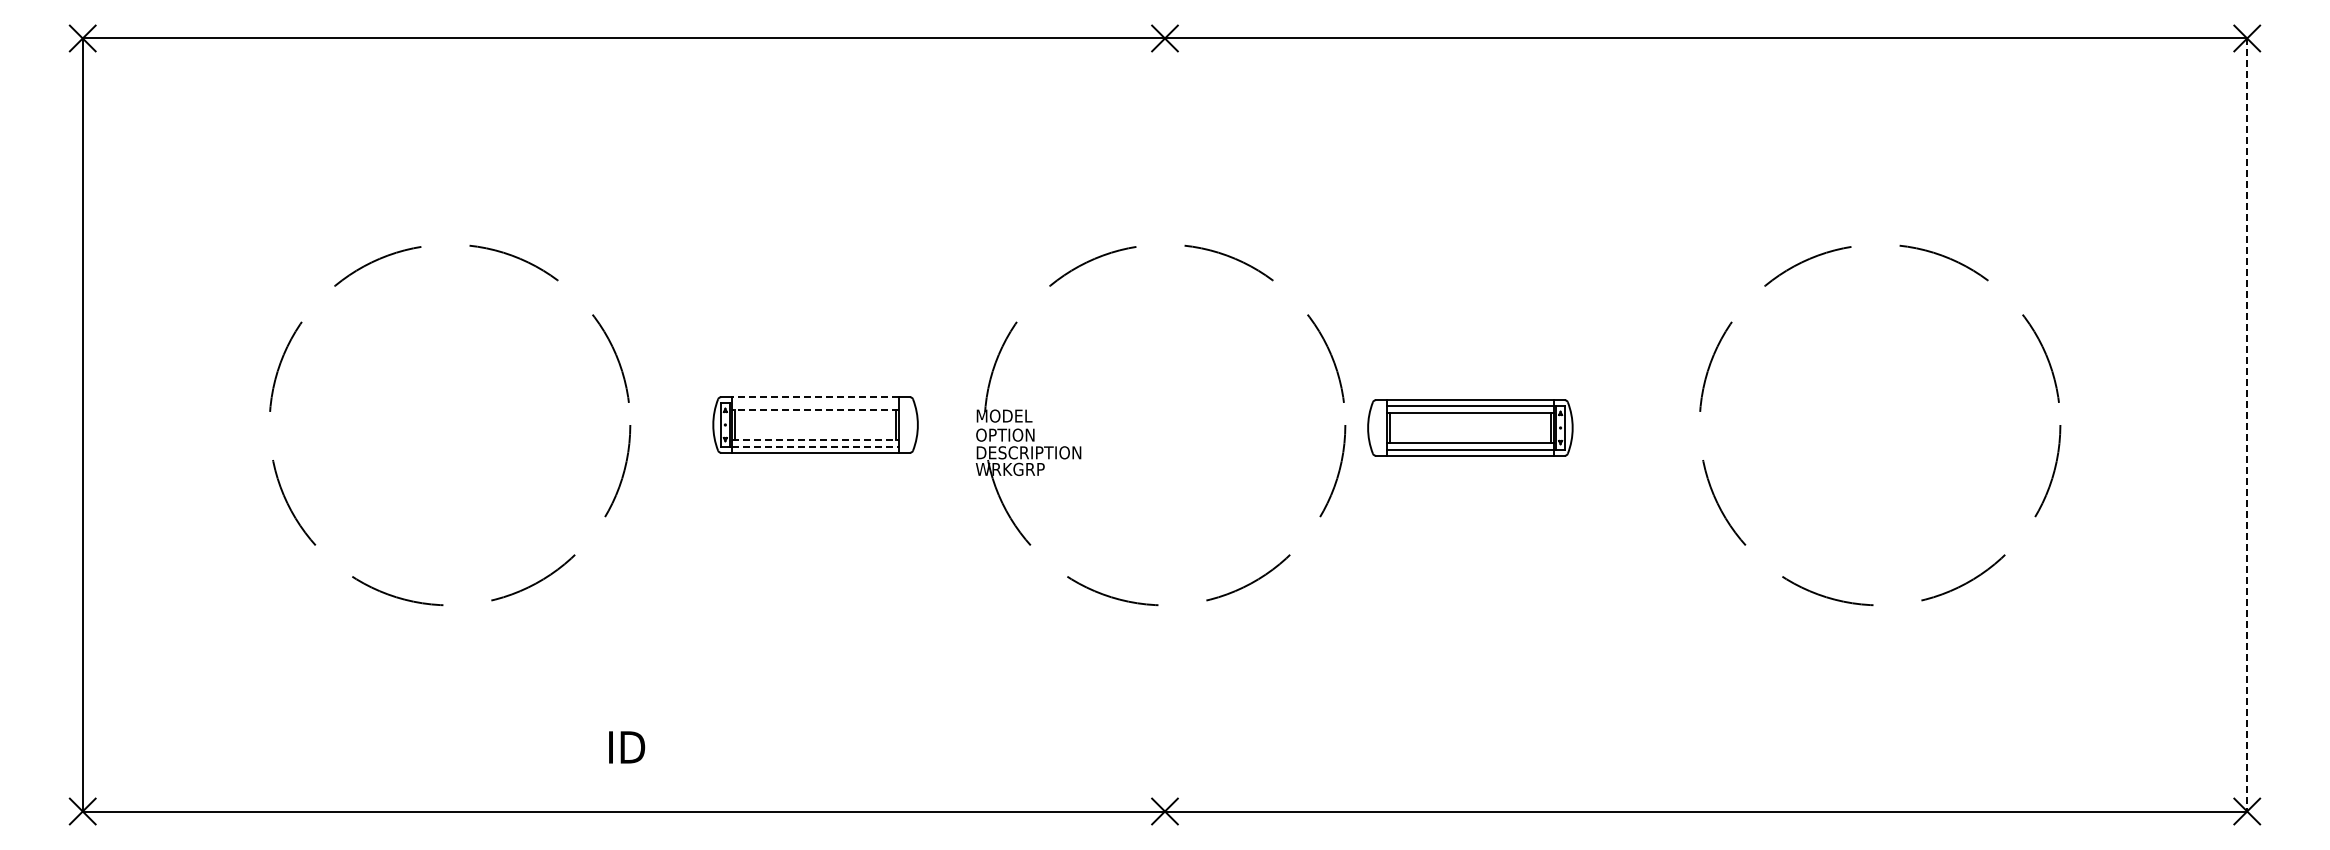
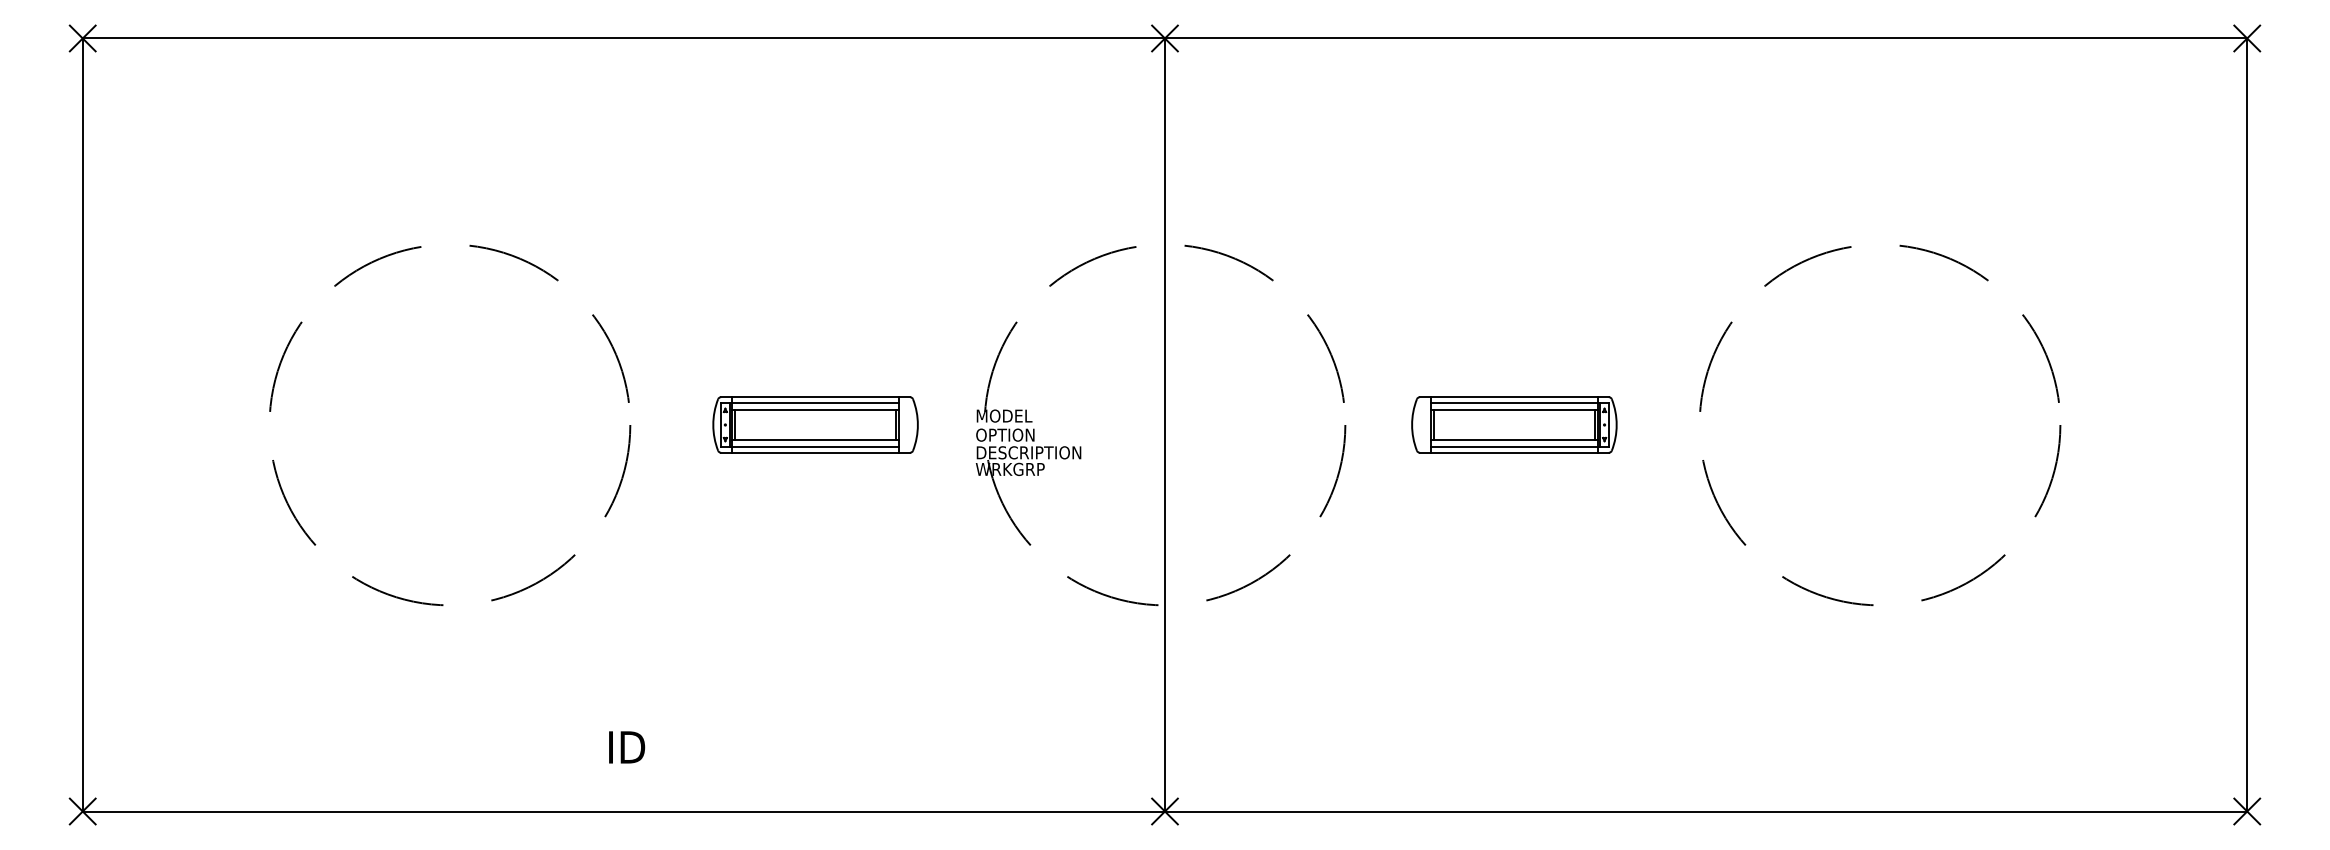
line at (815, 397): dashed -> solid
line at (815, 402): none -> present
line at (815, 409): dashed -> solid
line at (1165, 424): none -> present
line at (2247, 425): dashed -> solid
part at (1470, 427) position: (1470, 427) -> (1514, 424)
line at (815, 440): dashed -> solid
line at (815, 447): dashed -> solid
